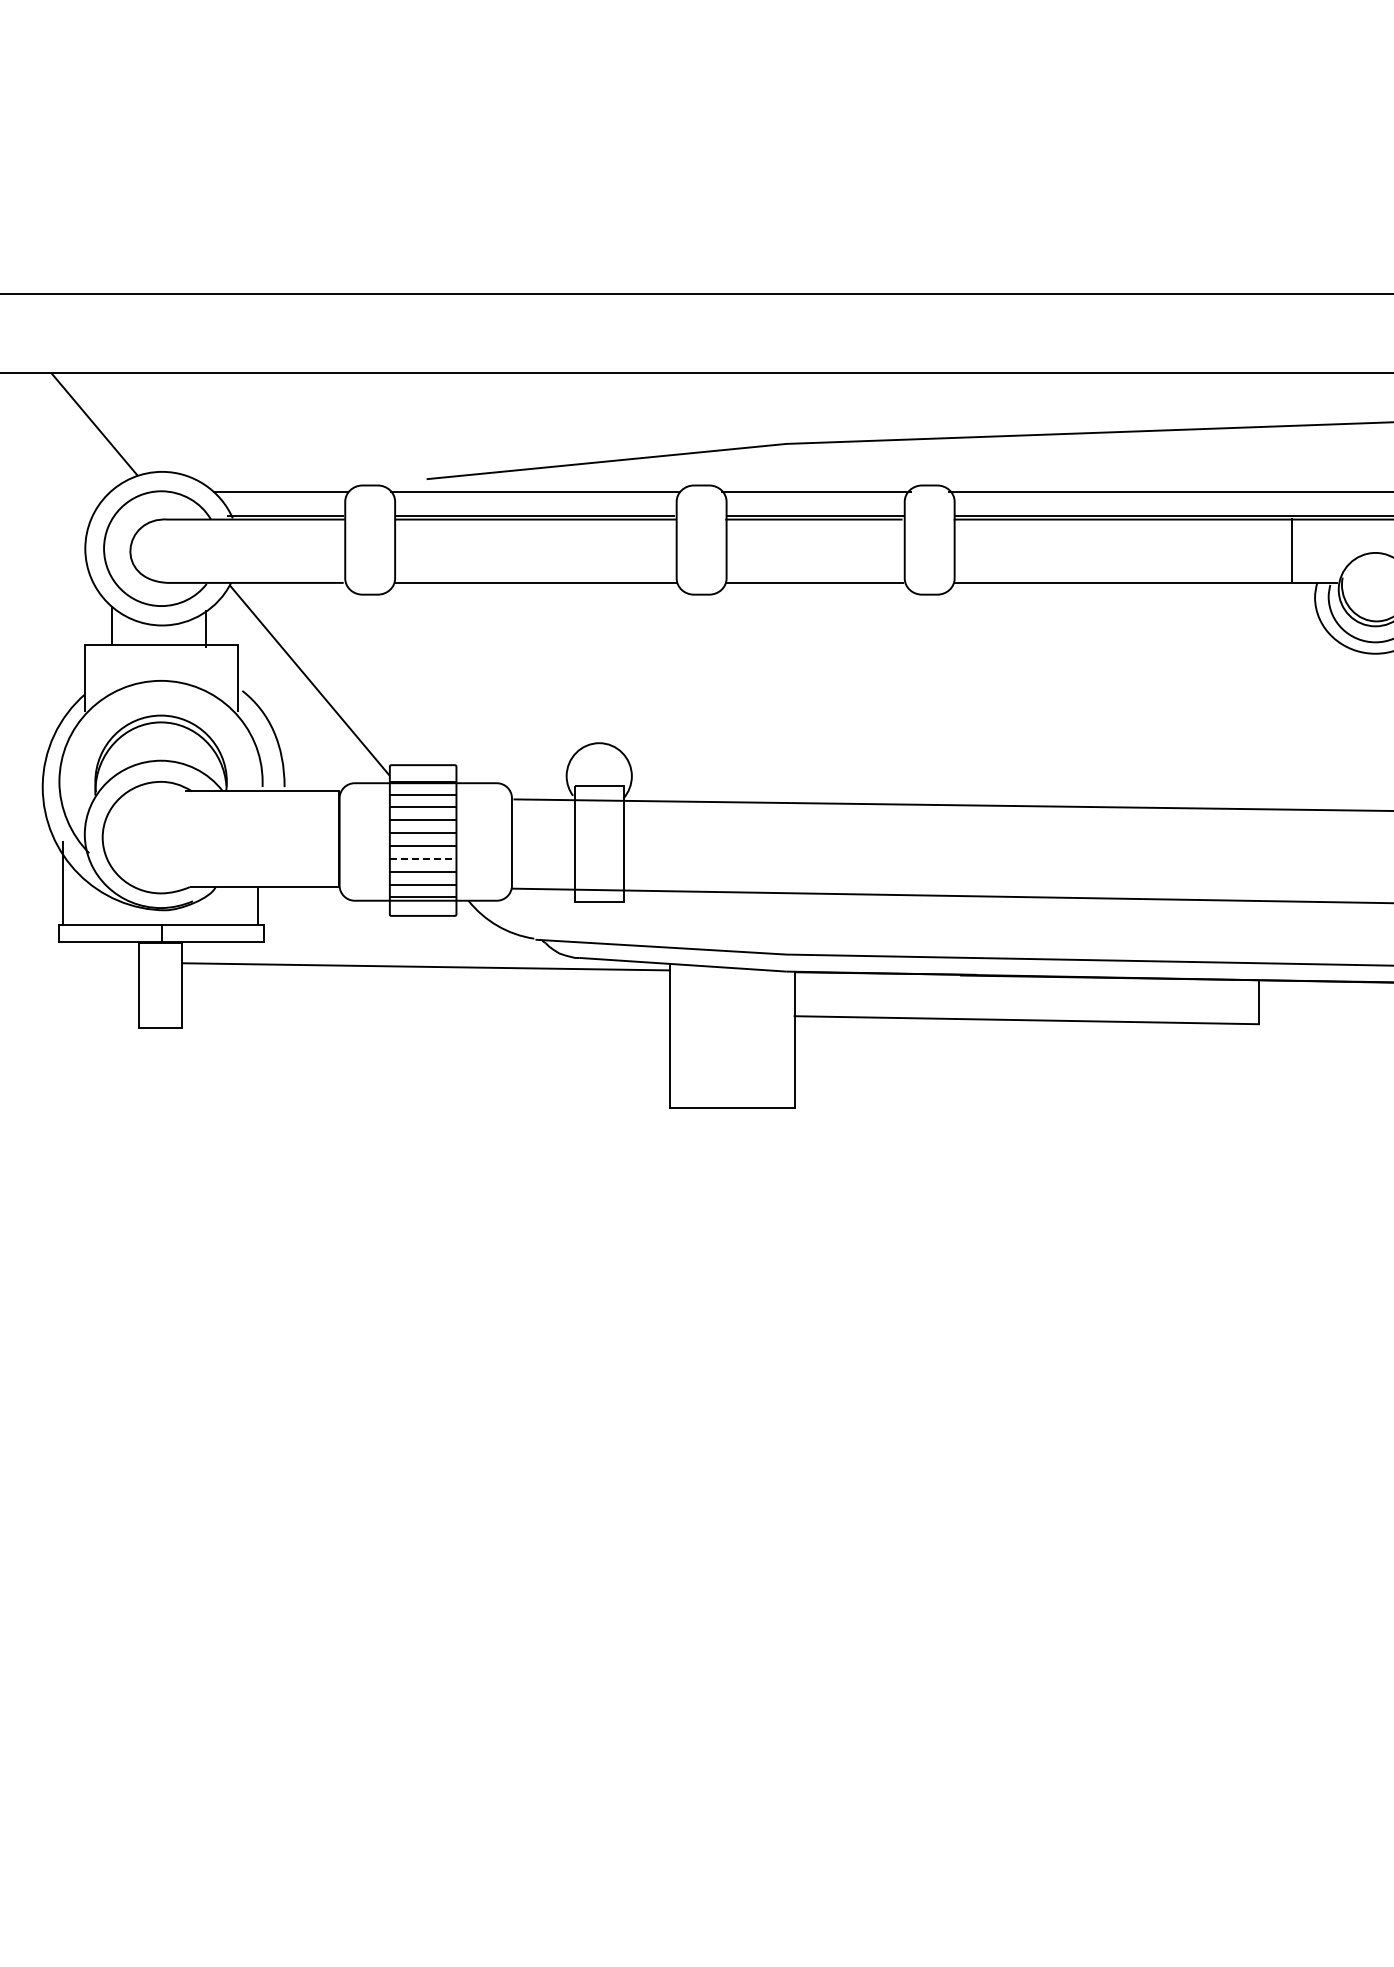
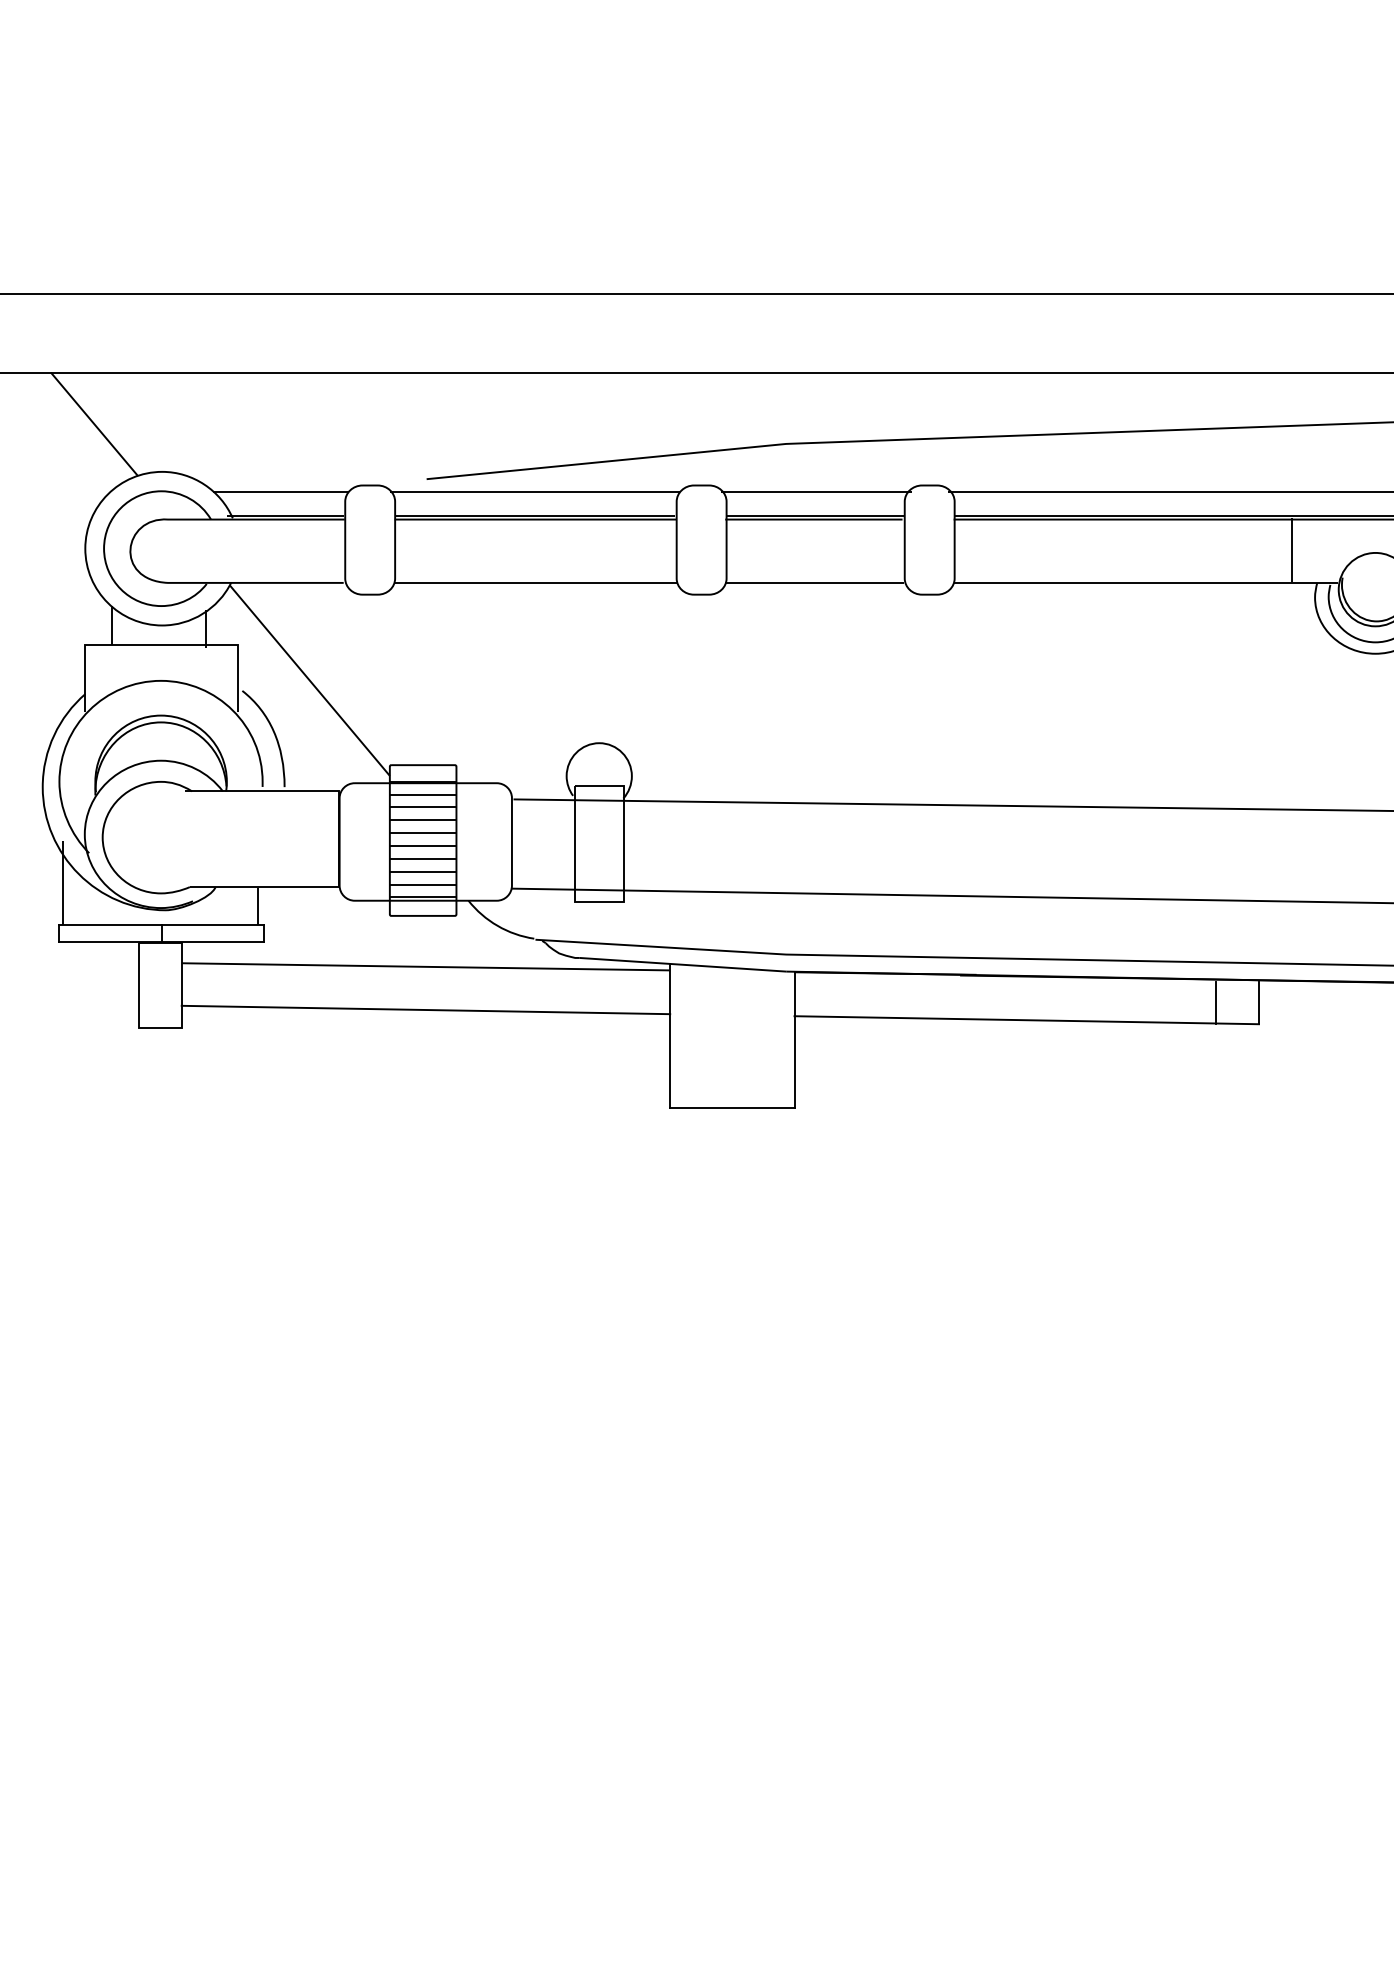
line at (423, 858): dashed -> solid
line at (1216, 1002): none -> present
line at (425, 1009): none -> present
